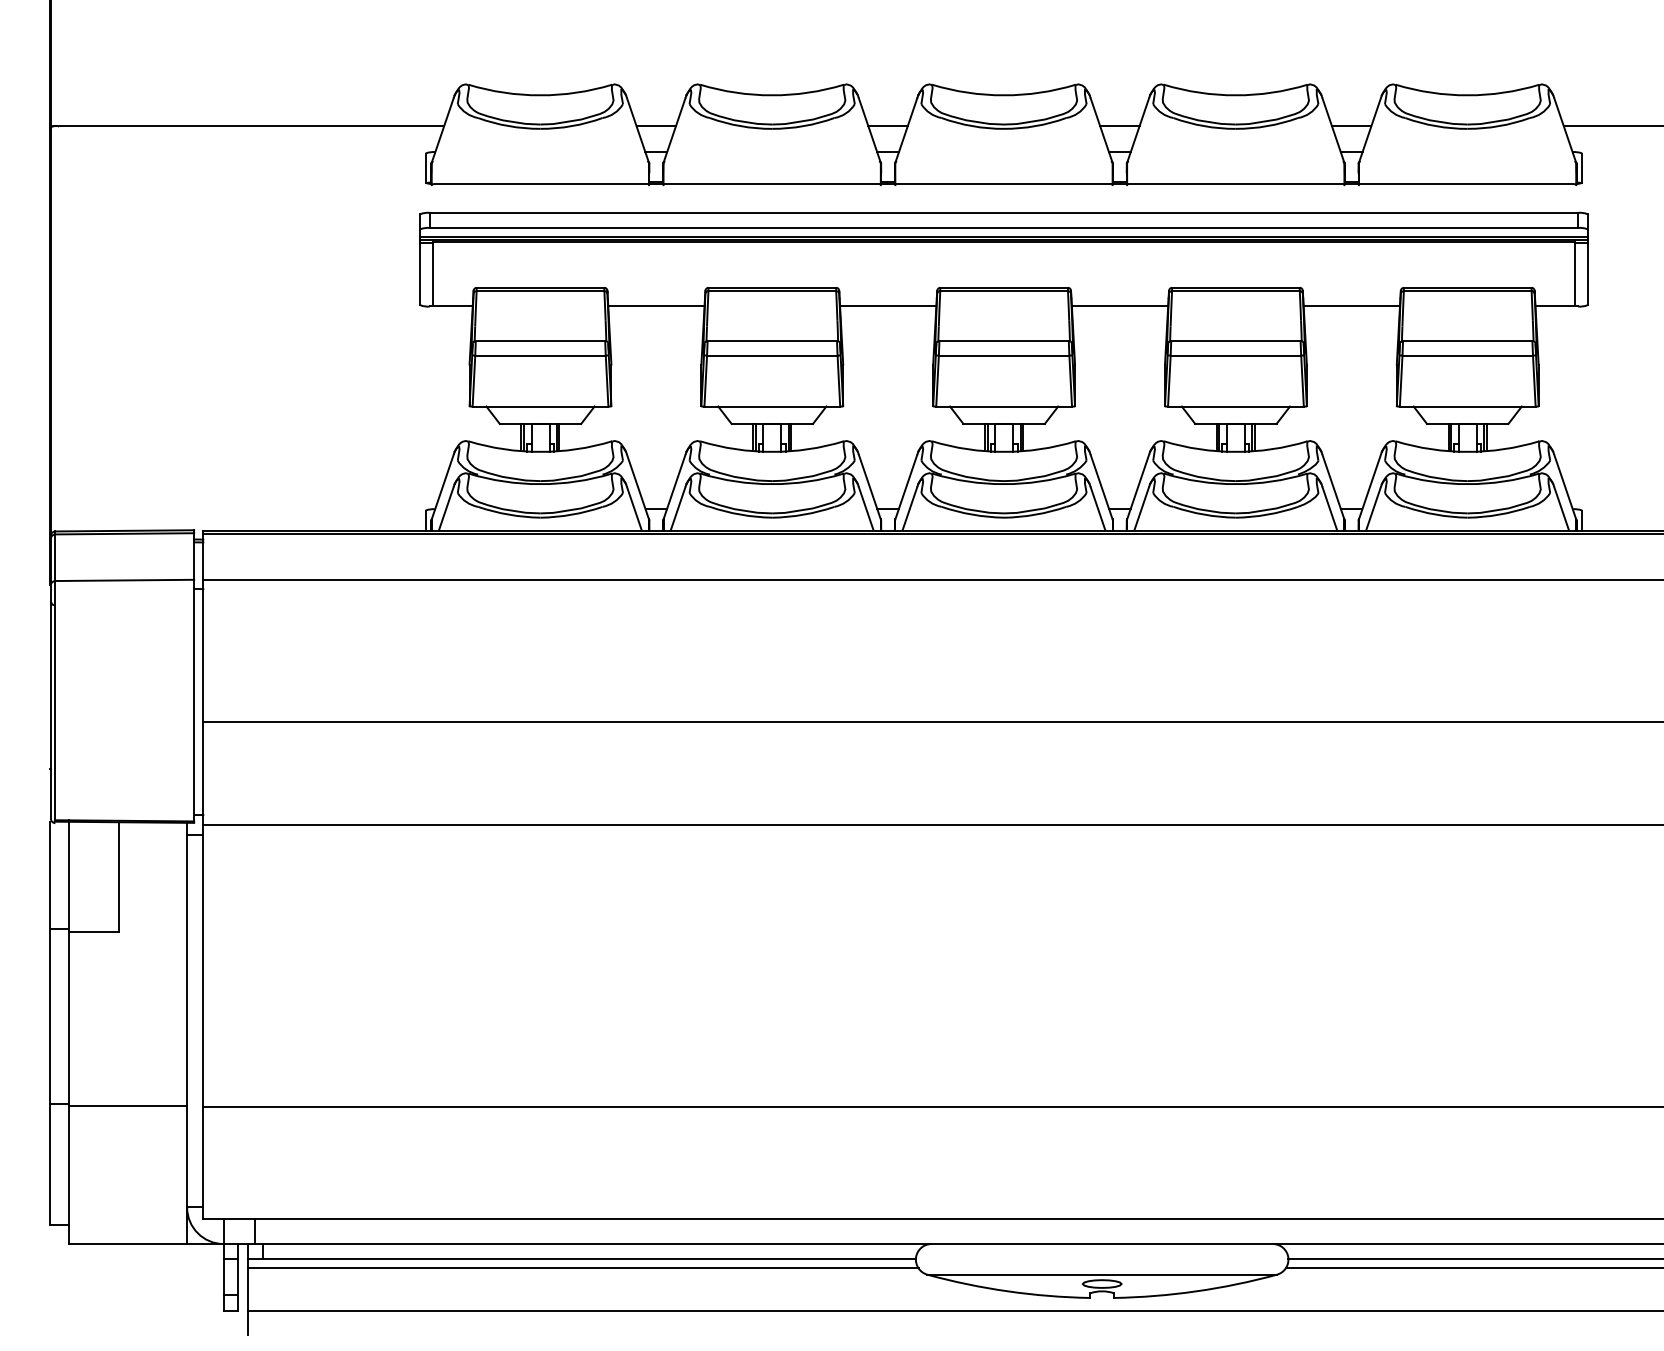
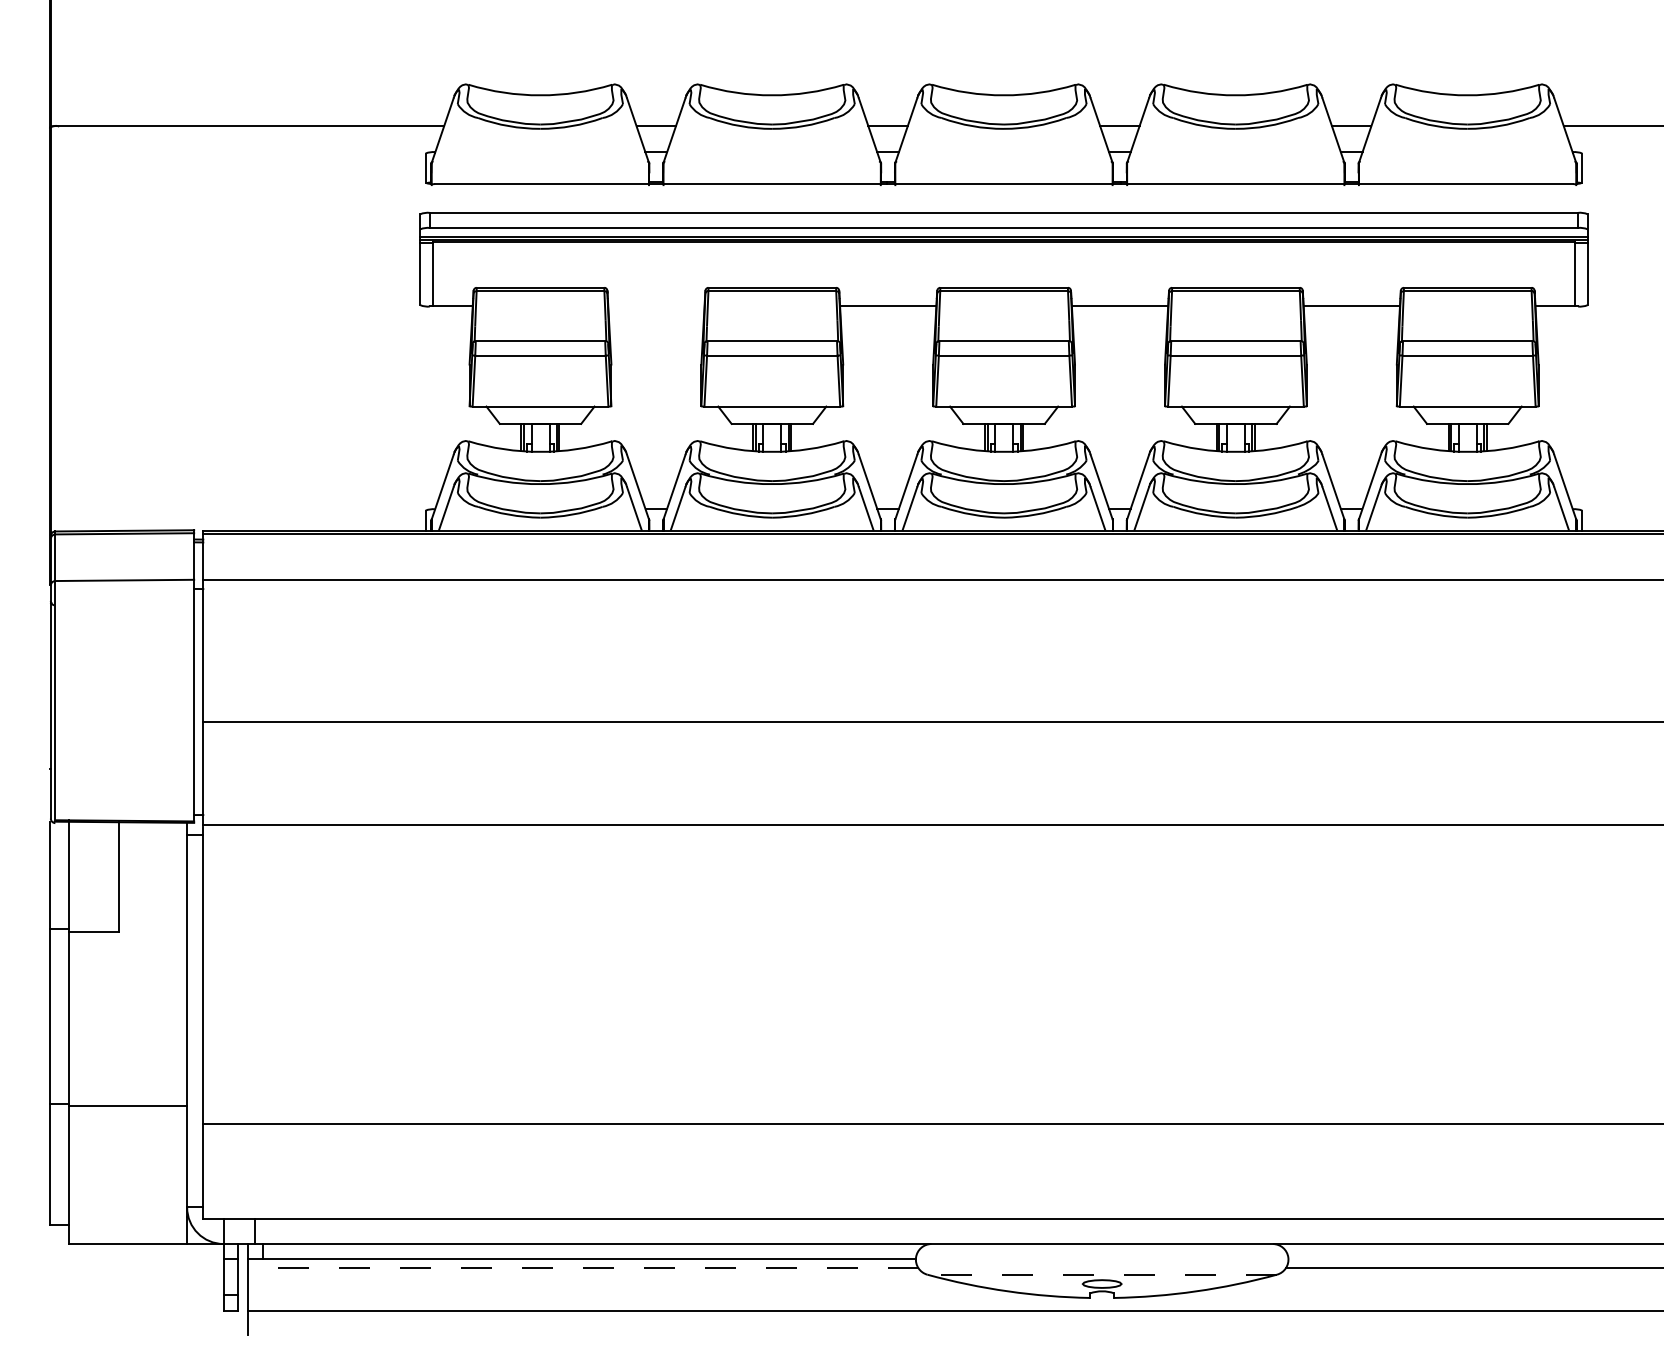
line at (656, 306): present -> none
line at (931, 1106) position: (931, 1106) -> (931, 1123)
line at (1474, 1258): present -> none
line at (582, 1268): solid -> dashed
line at (1102, 1274): solid -> dashed
